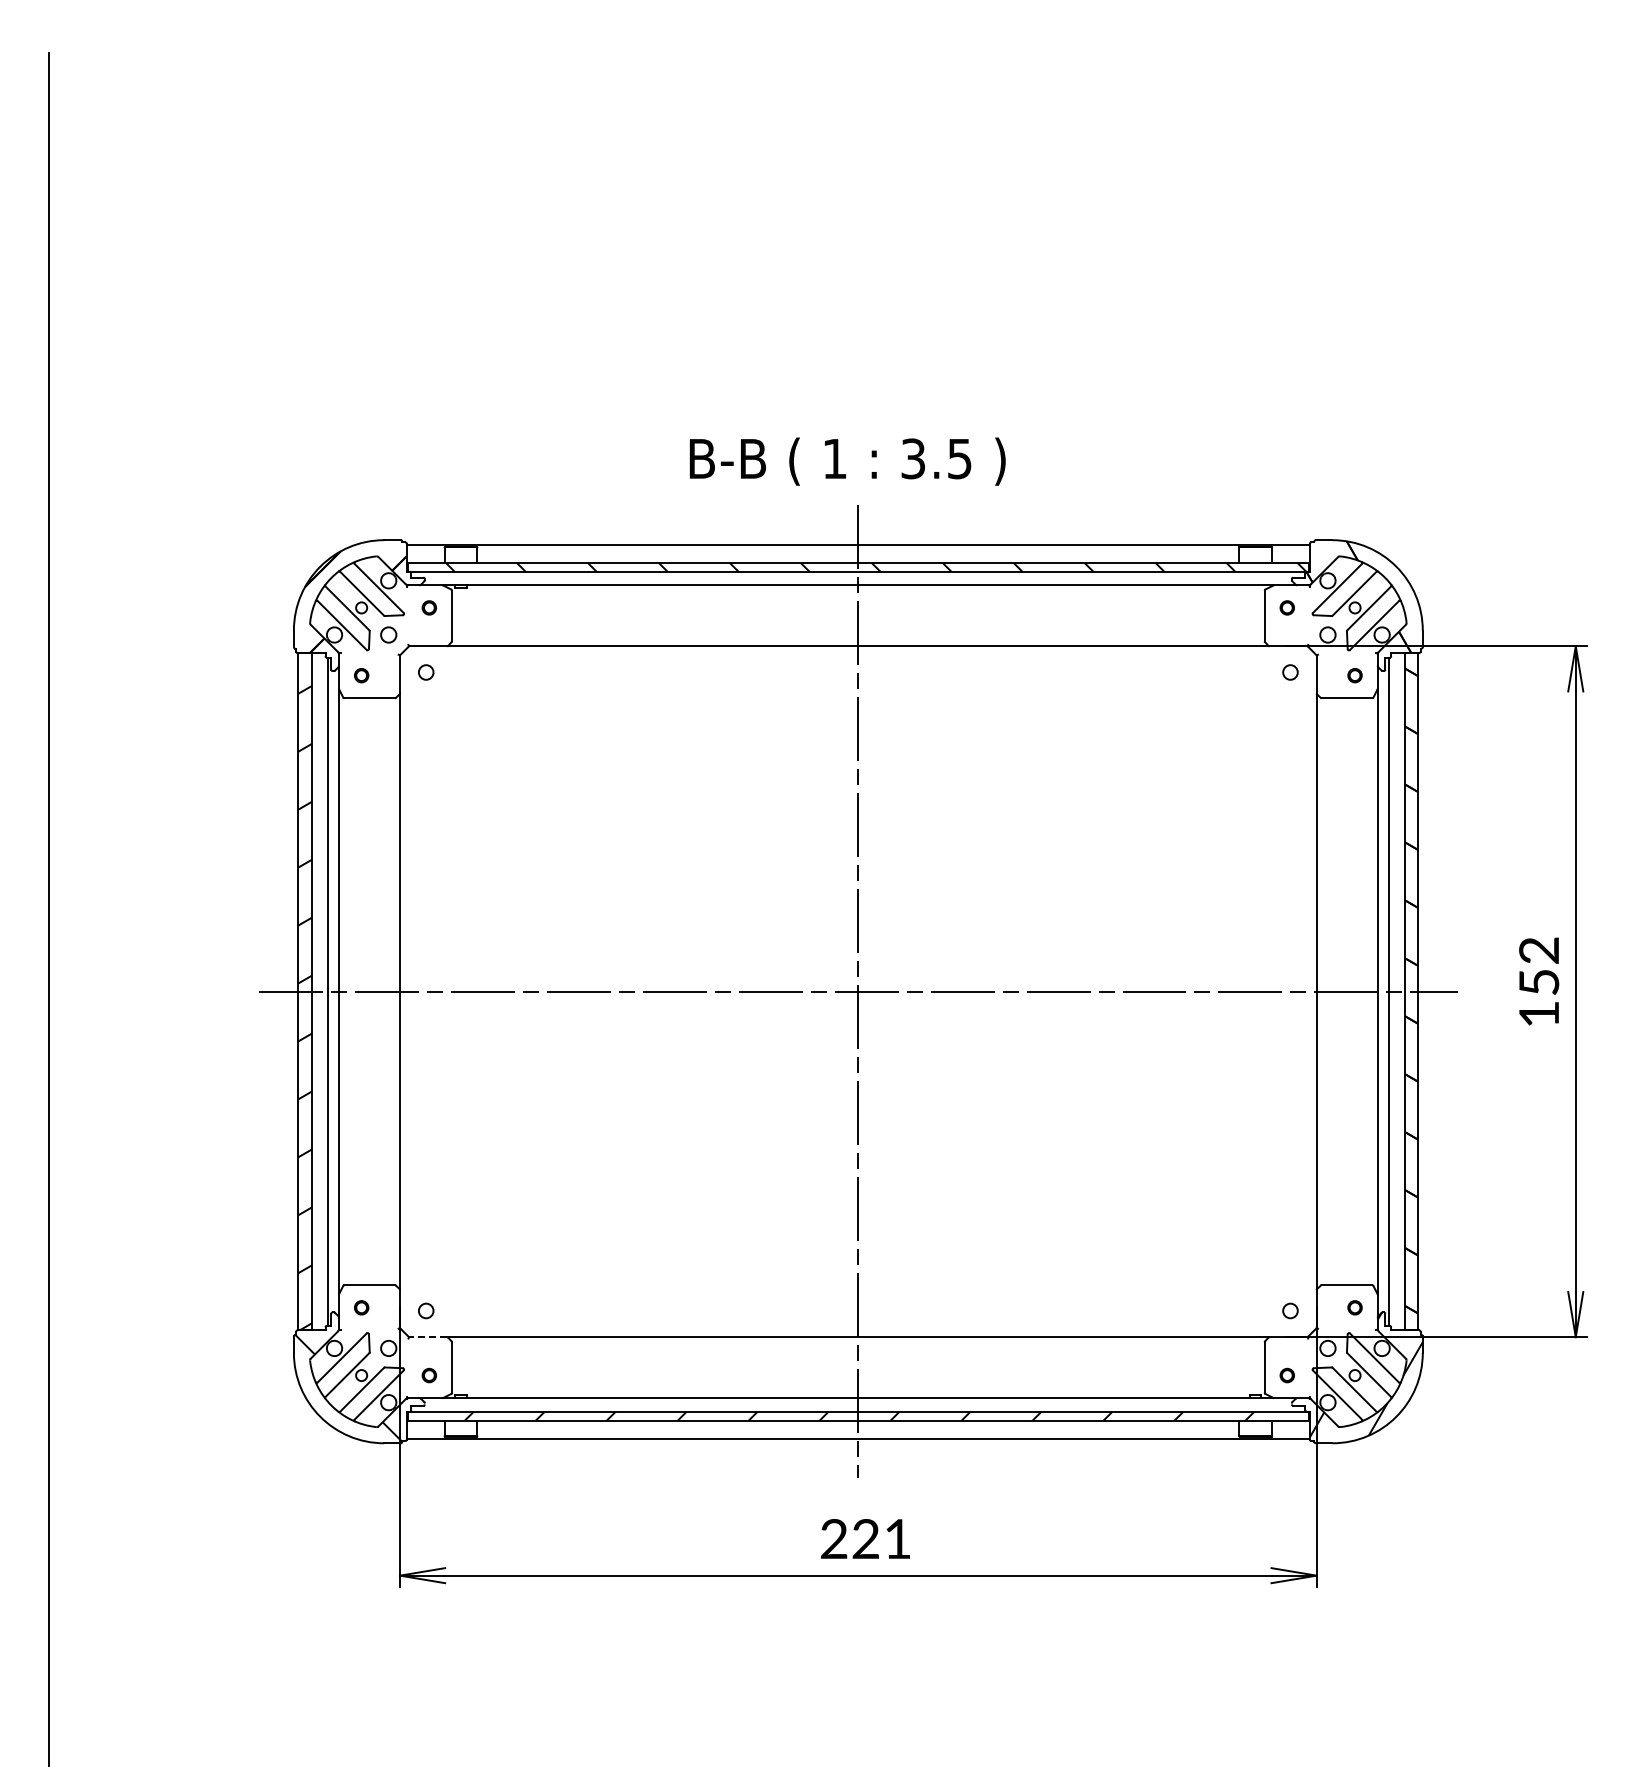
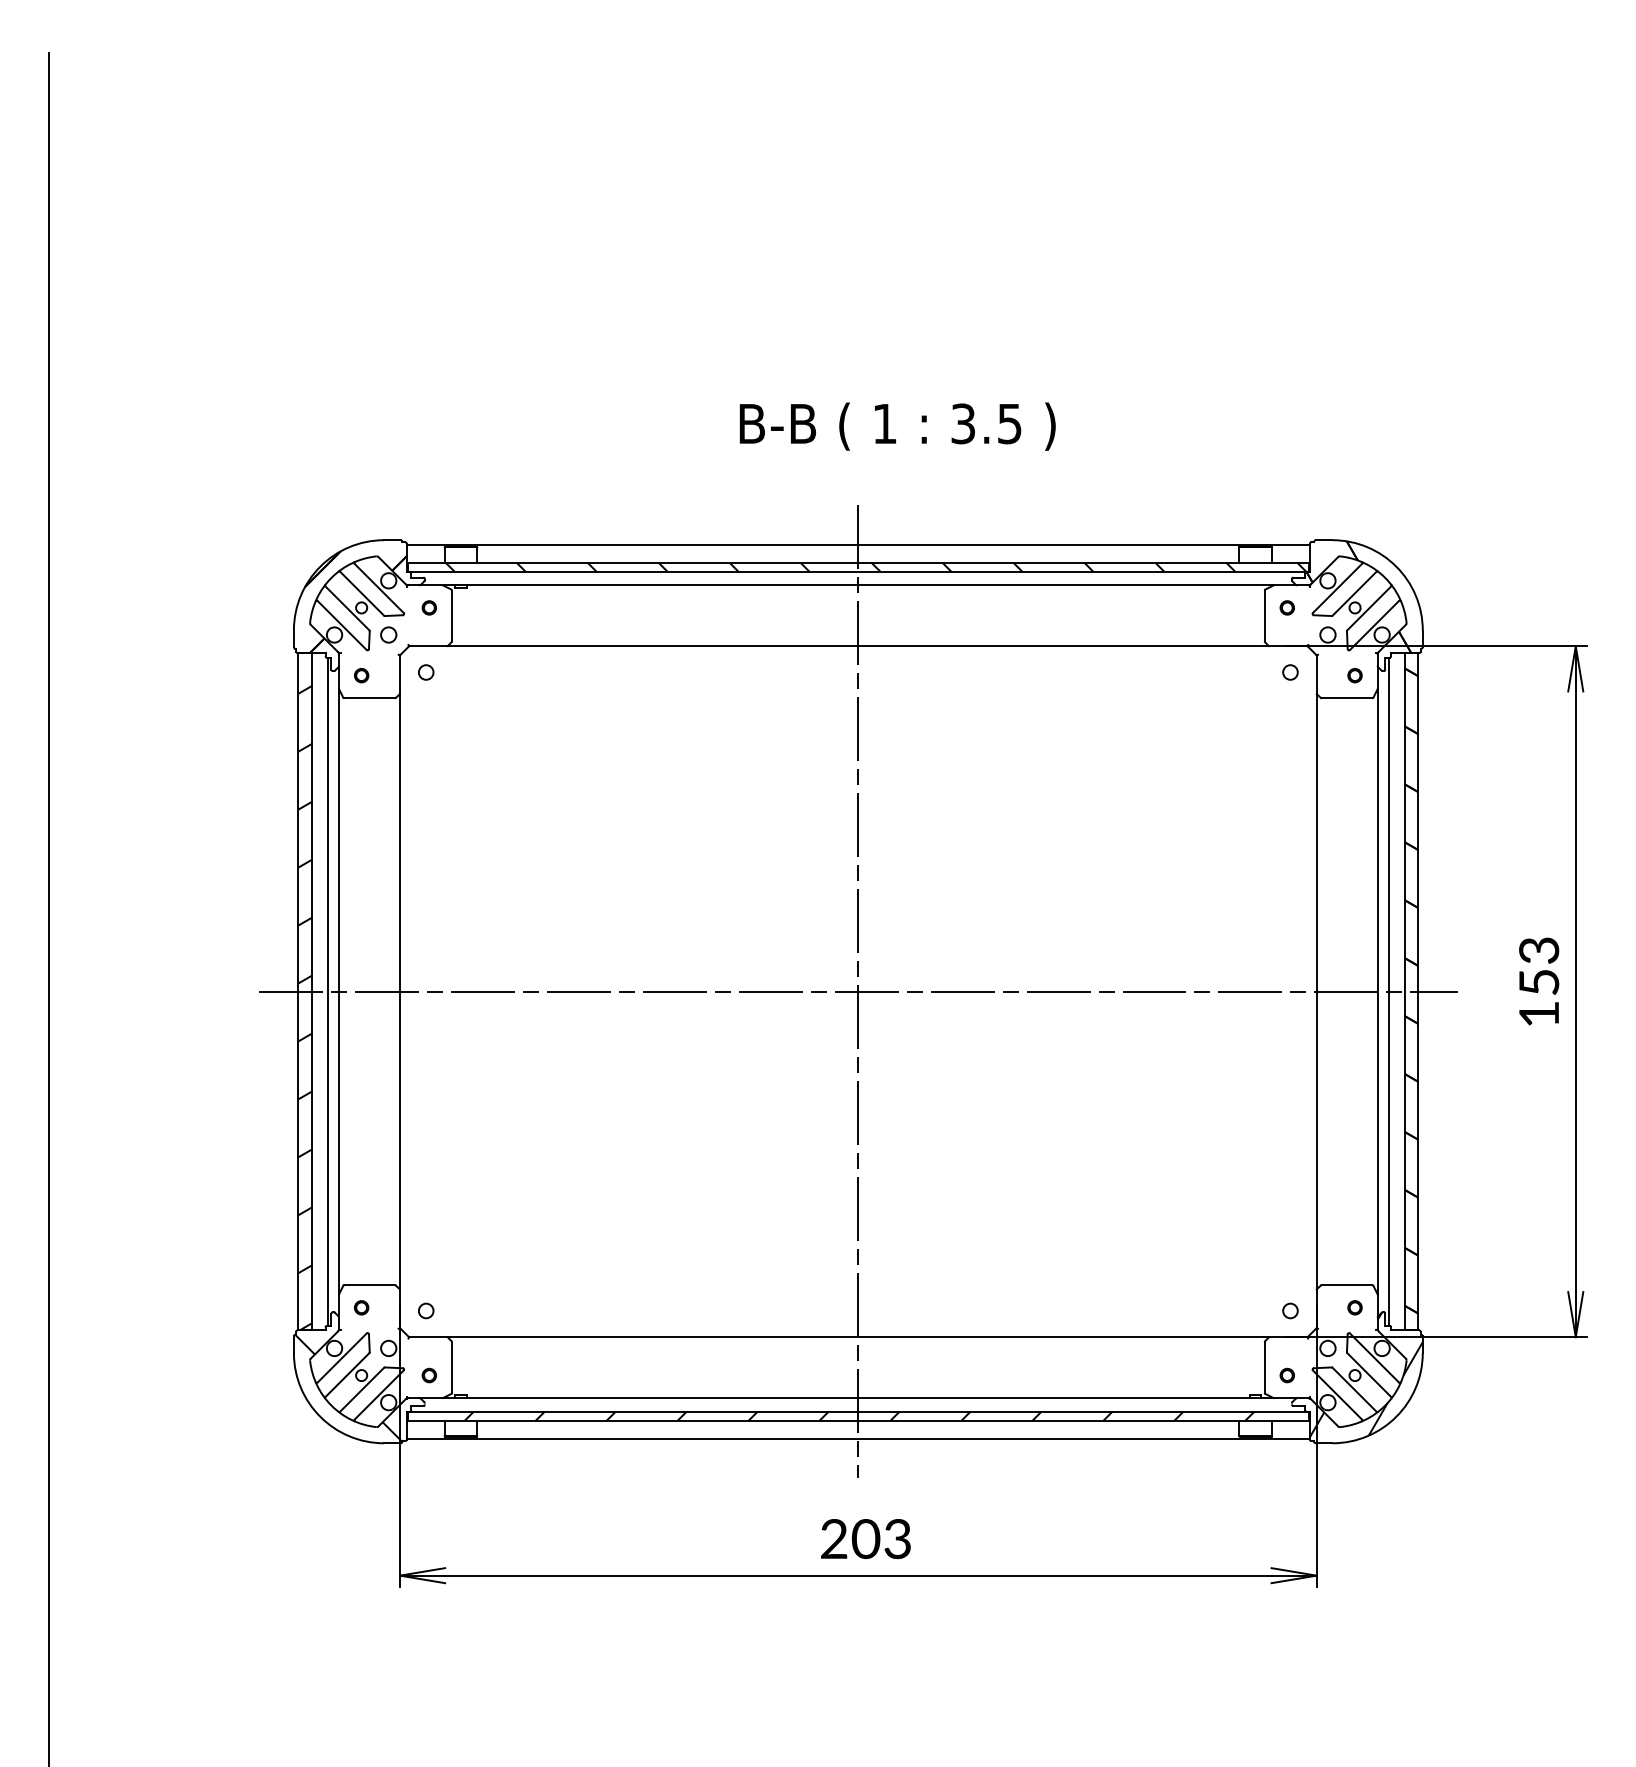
text at (847, 461) position: (847, 461) -> (897, 426)
text at (1539, 950): 152 -> 153
line at (427, 1337): dashed -> solid
text at (880, 1539): 221 -> 203
